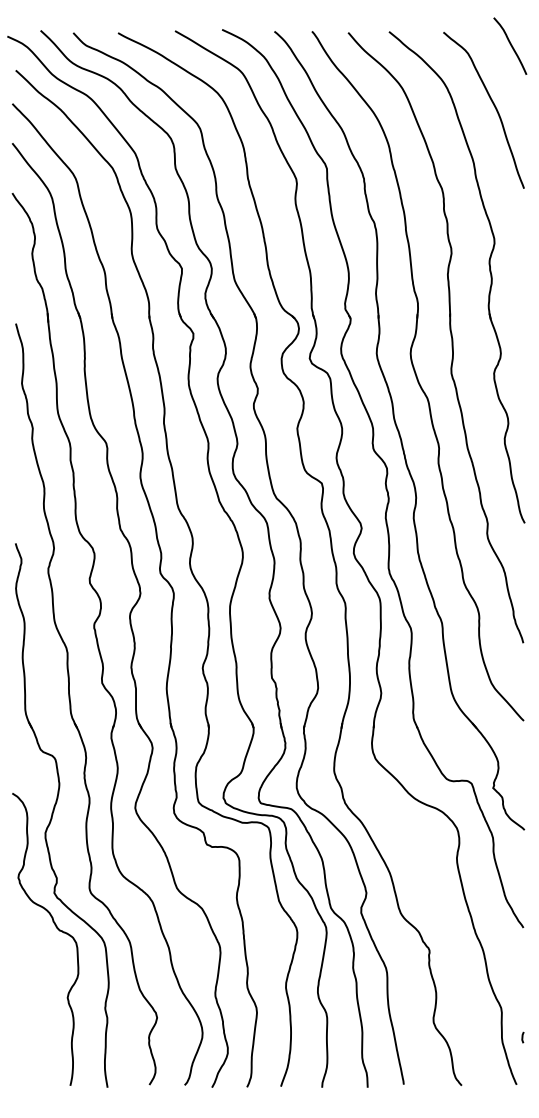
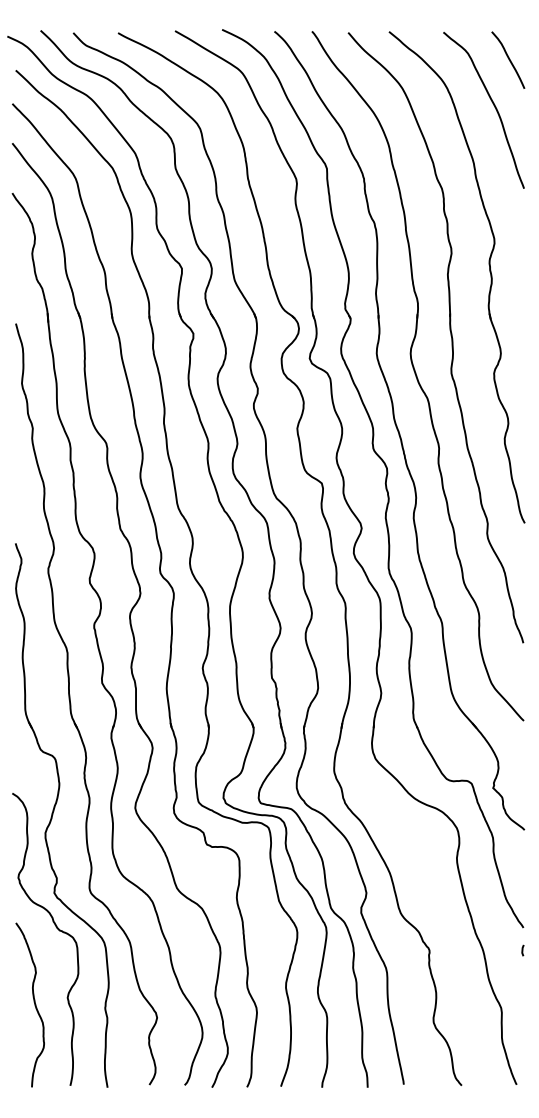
curve at (510, 45) position: (510, 45) -> (508, 59)
curve at (33, 1002): none -> present
line at (522, 1037) position: (522, 1037) -> (522, 950)
